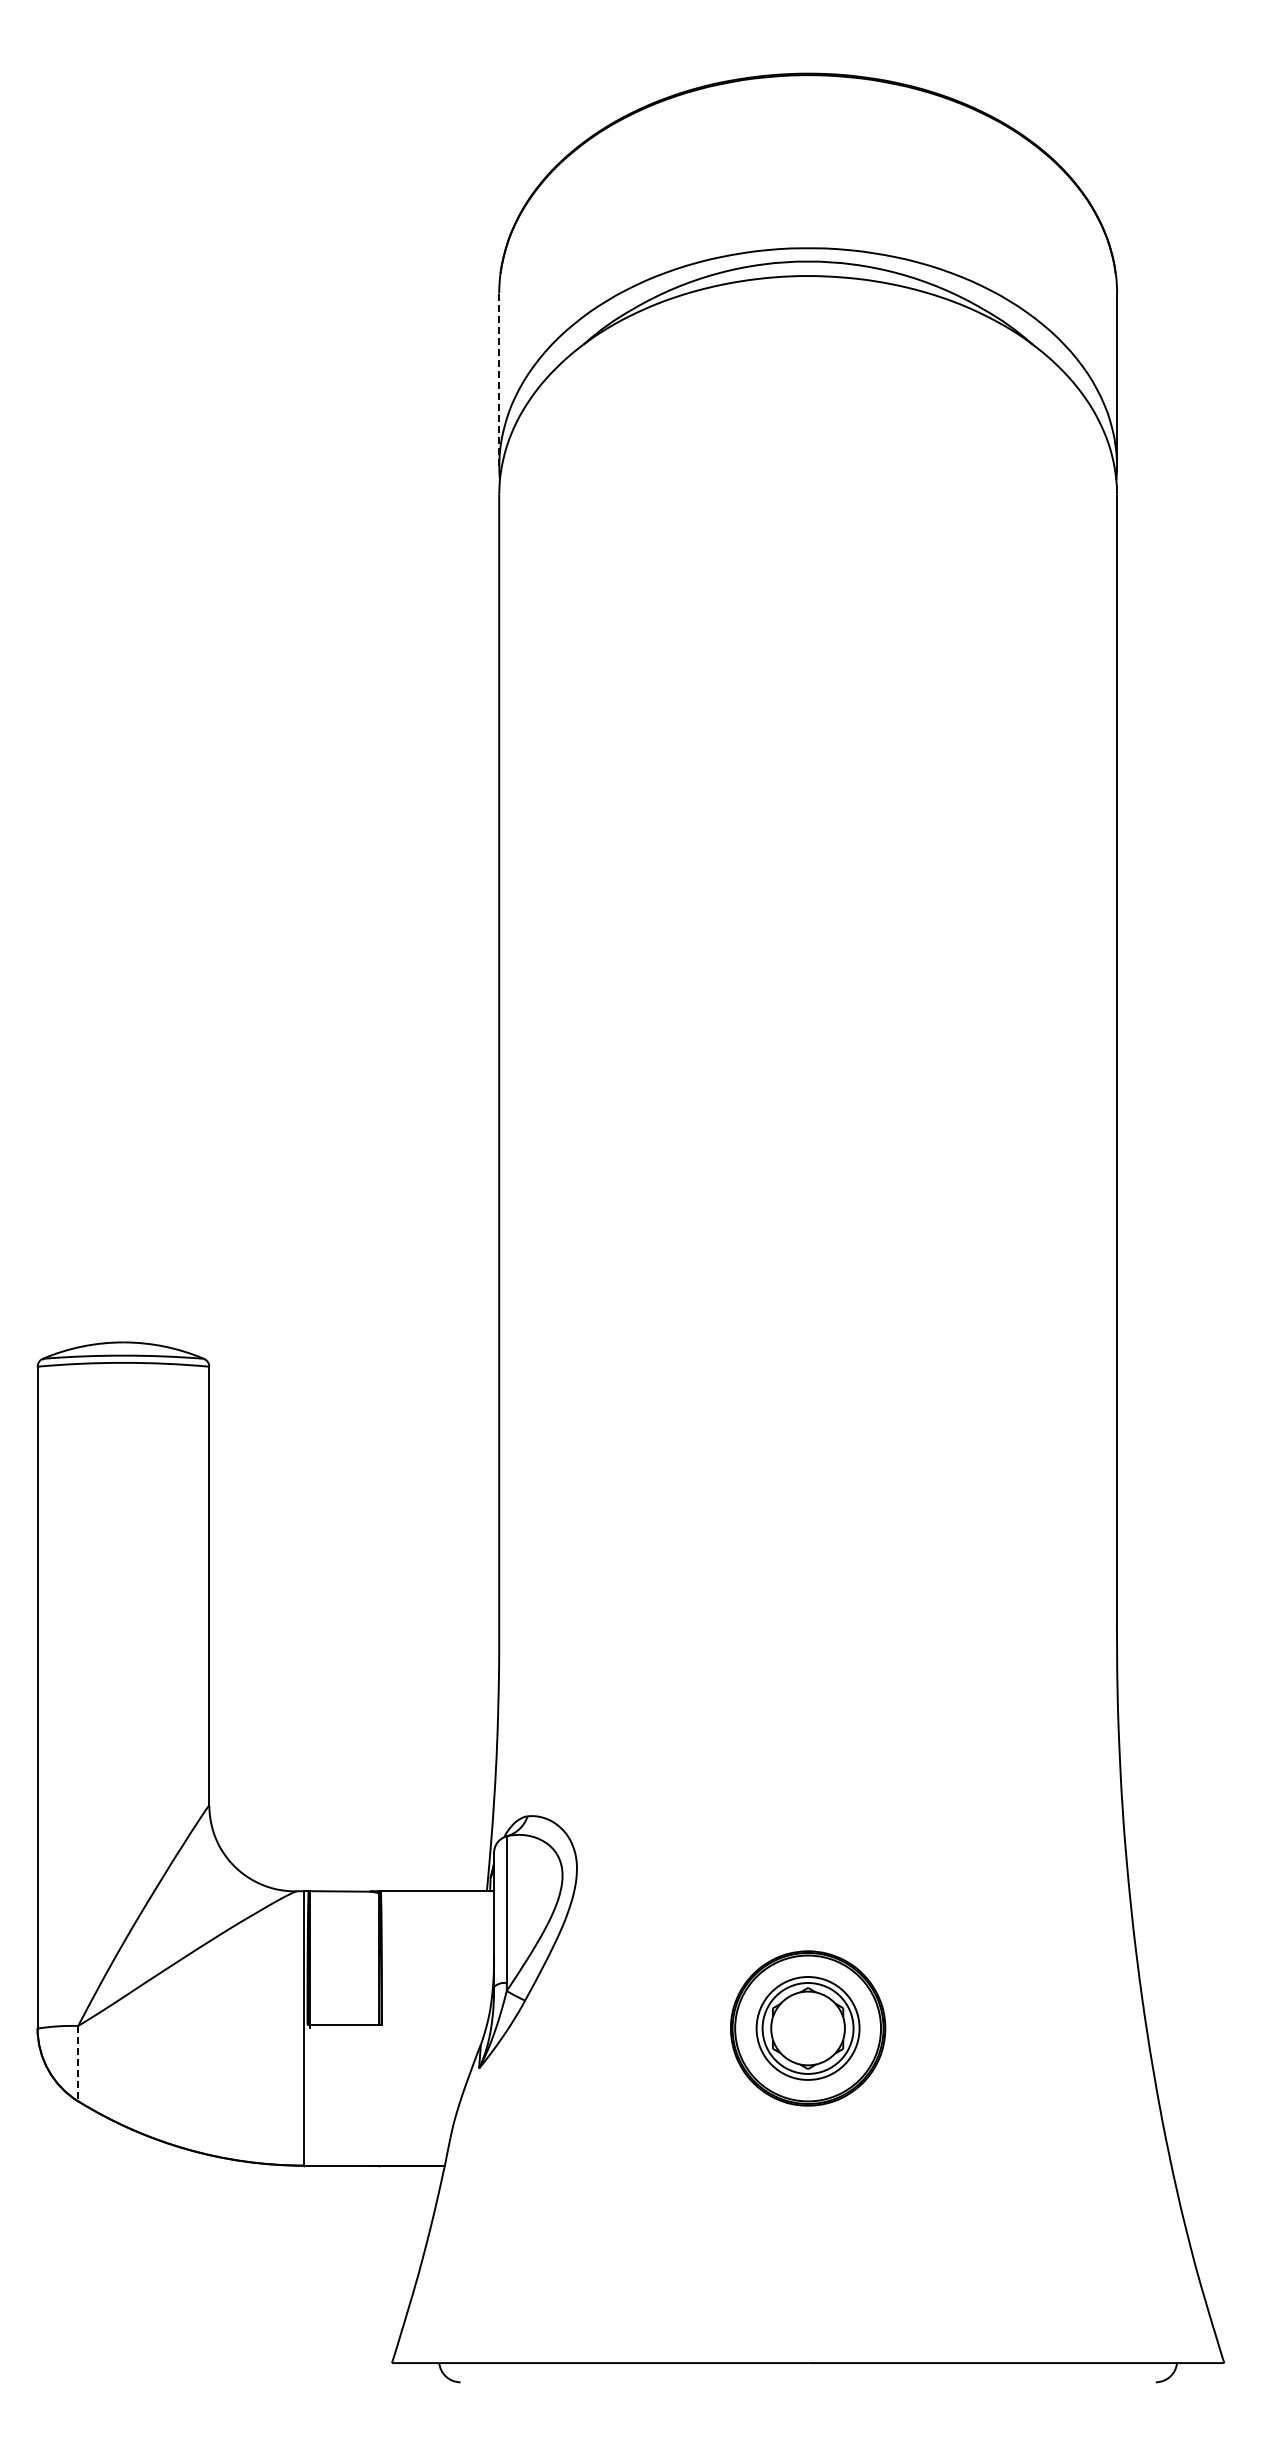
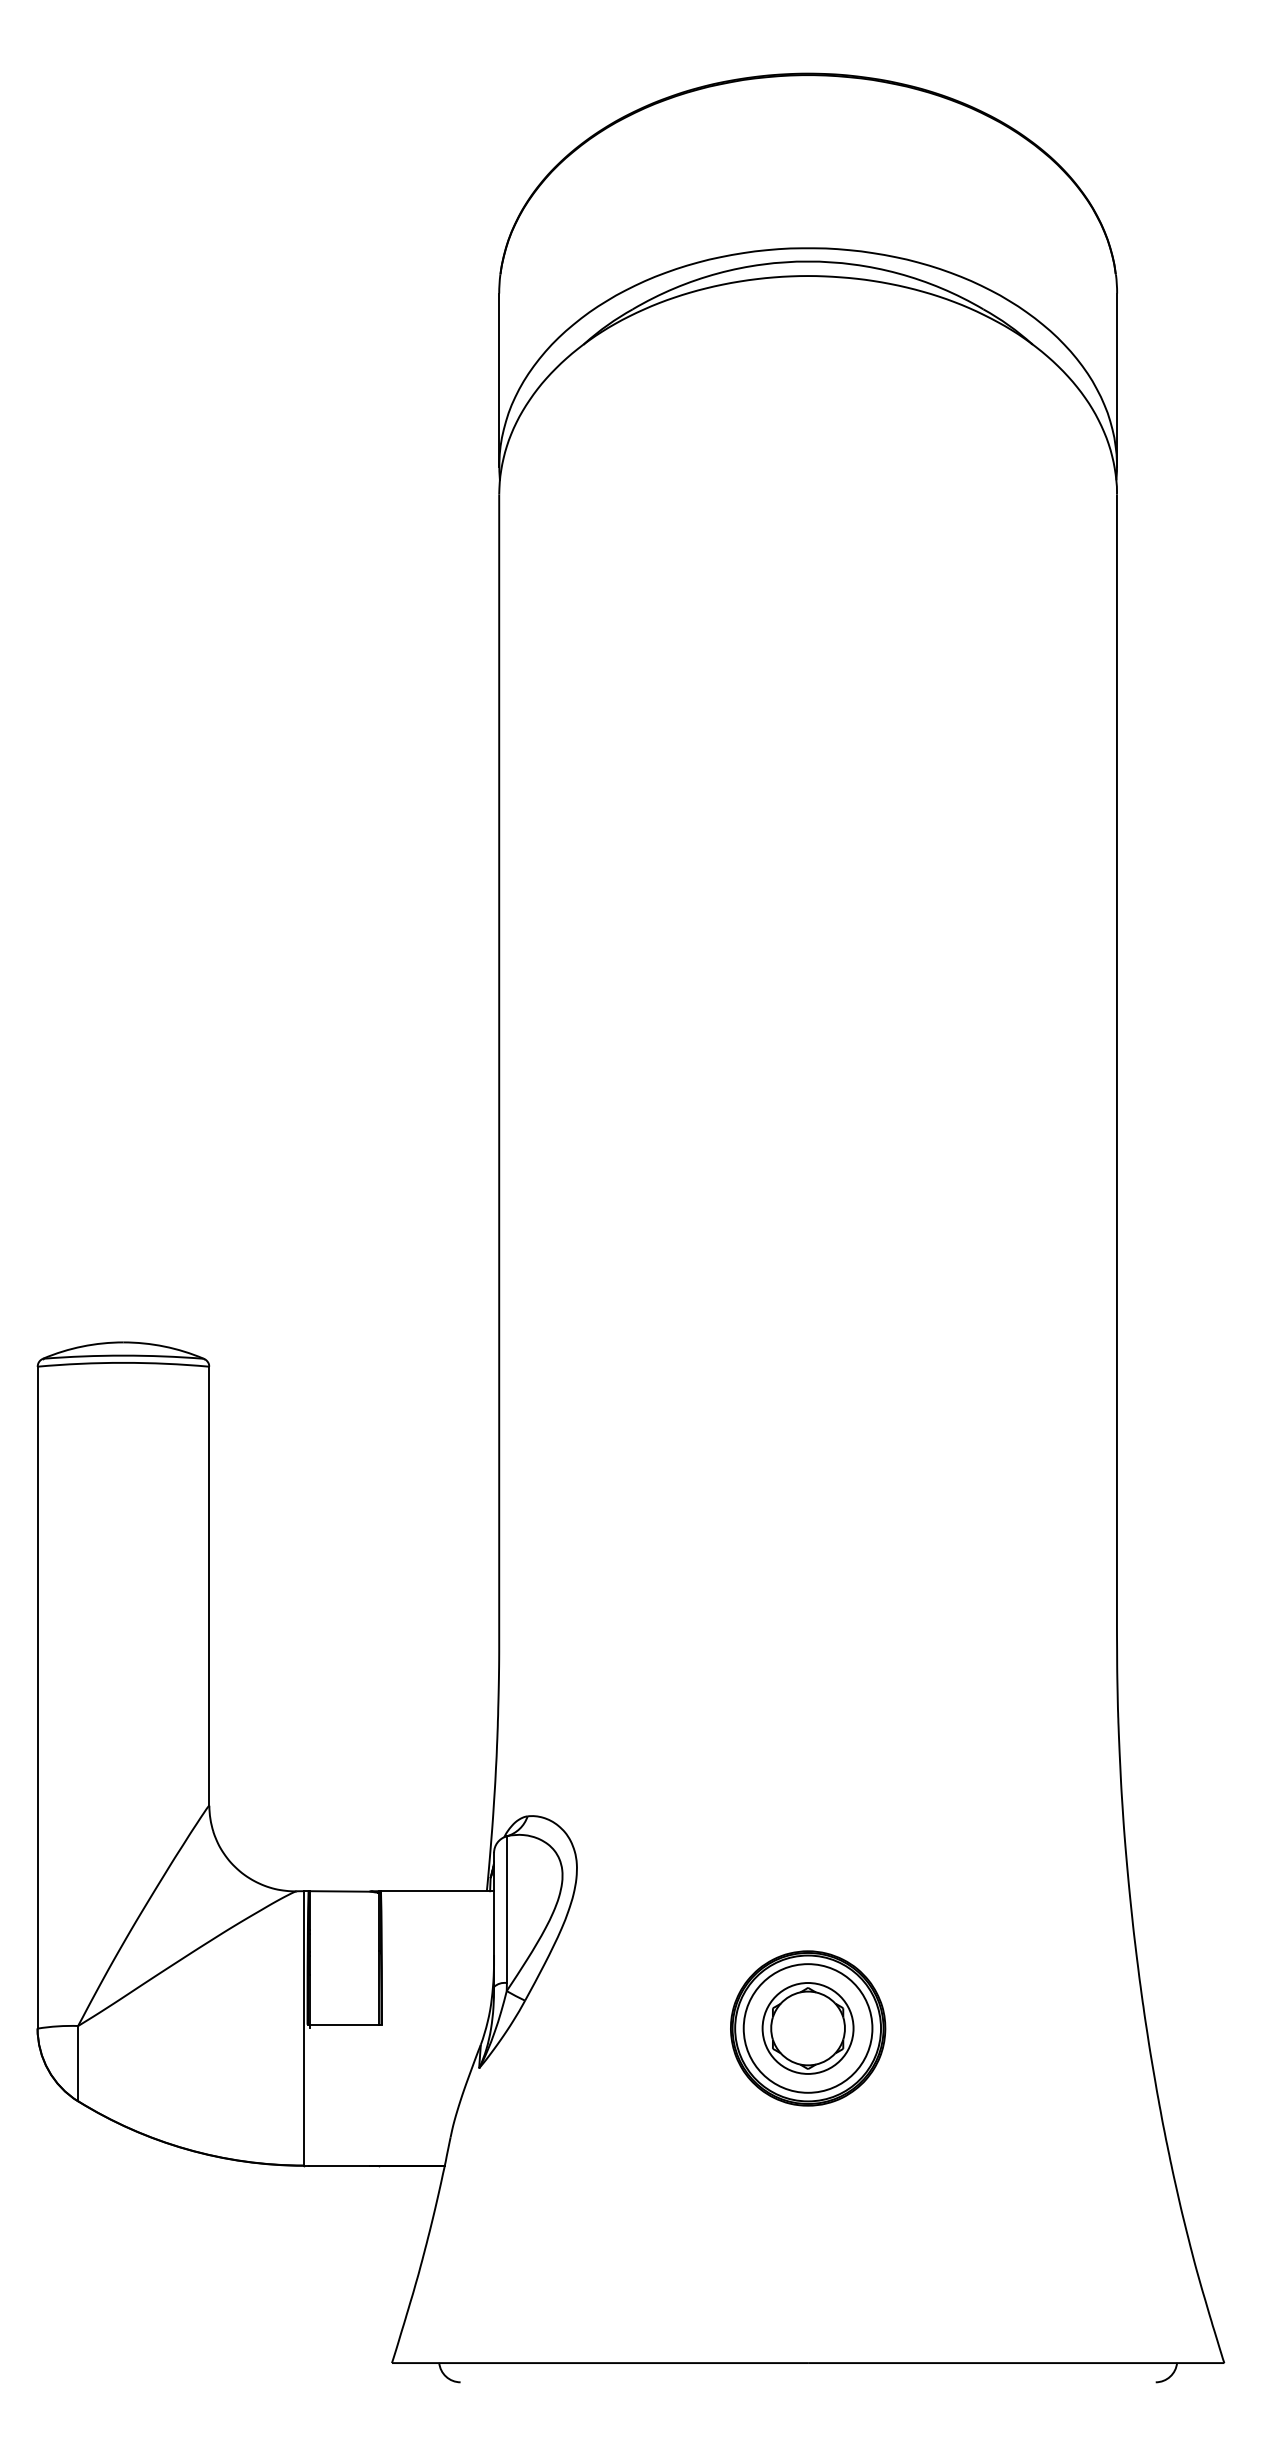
line at (499, 380): dashed -> solid
circle at (807, 2028) diameter: 103 px -> 129 px
line at (78, 2063): dashed -> solid
